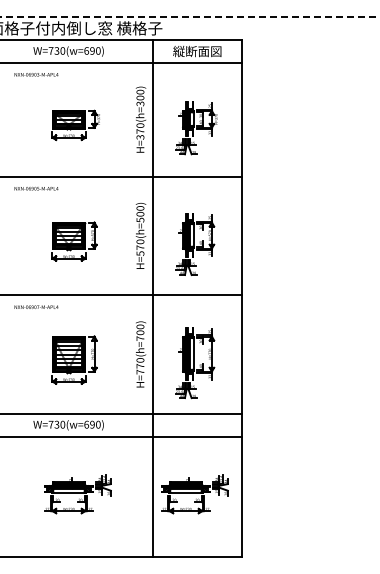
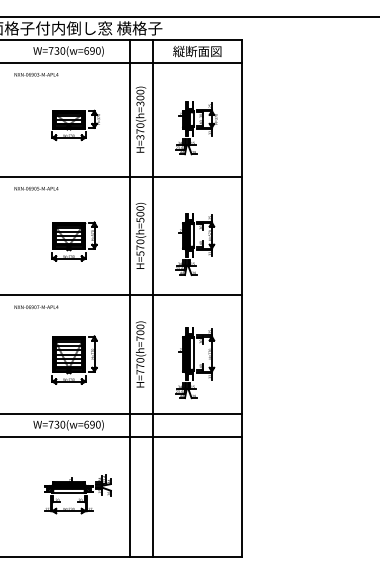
line at (190, 17): dashed -> solid
line at (129, 298): none -> present
part at (194, 494): present -> none
